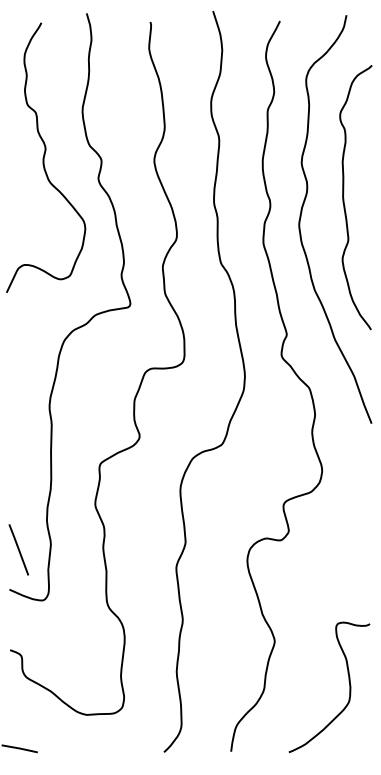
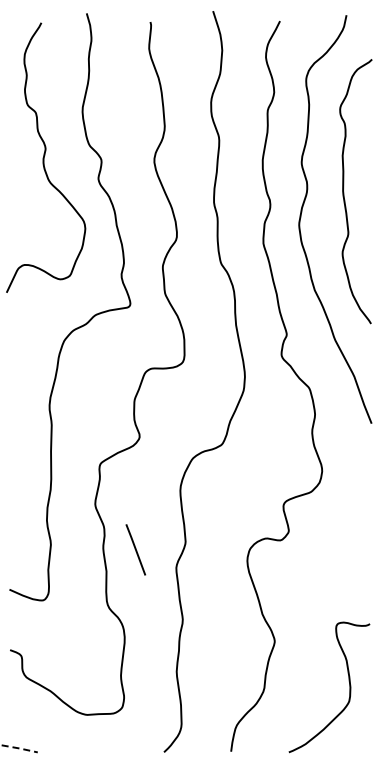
curve at (344, 198) position: (344, 198) -> (344, 192)
line at (18, 549) position: (18, 549) -> (135, 549)
line at (20, 748): solid -> dashed
